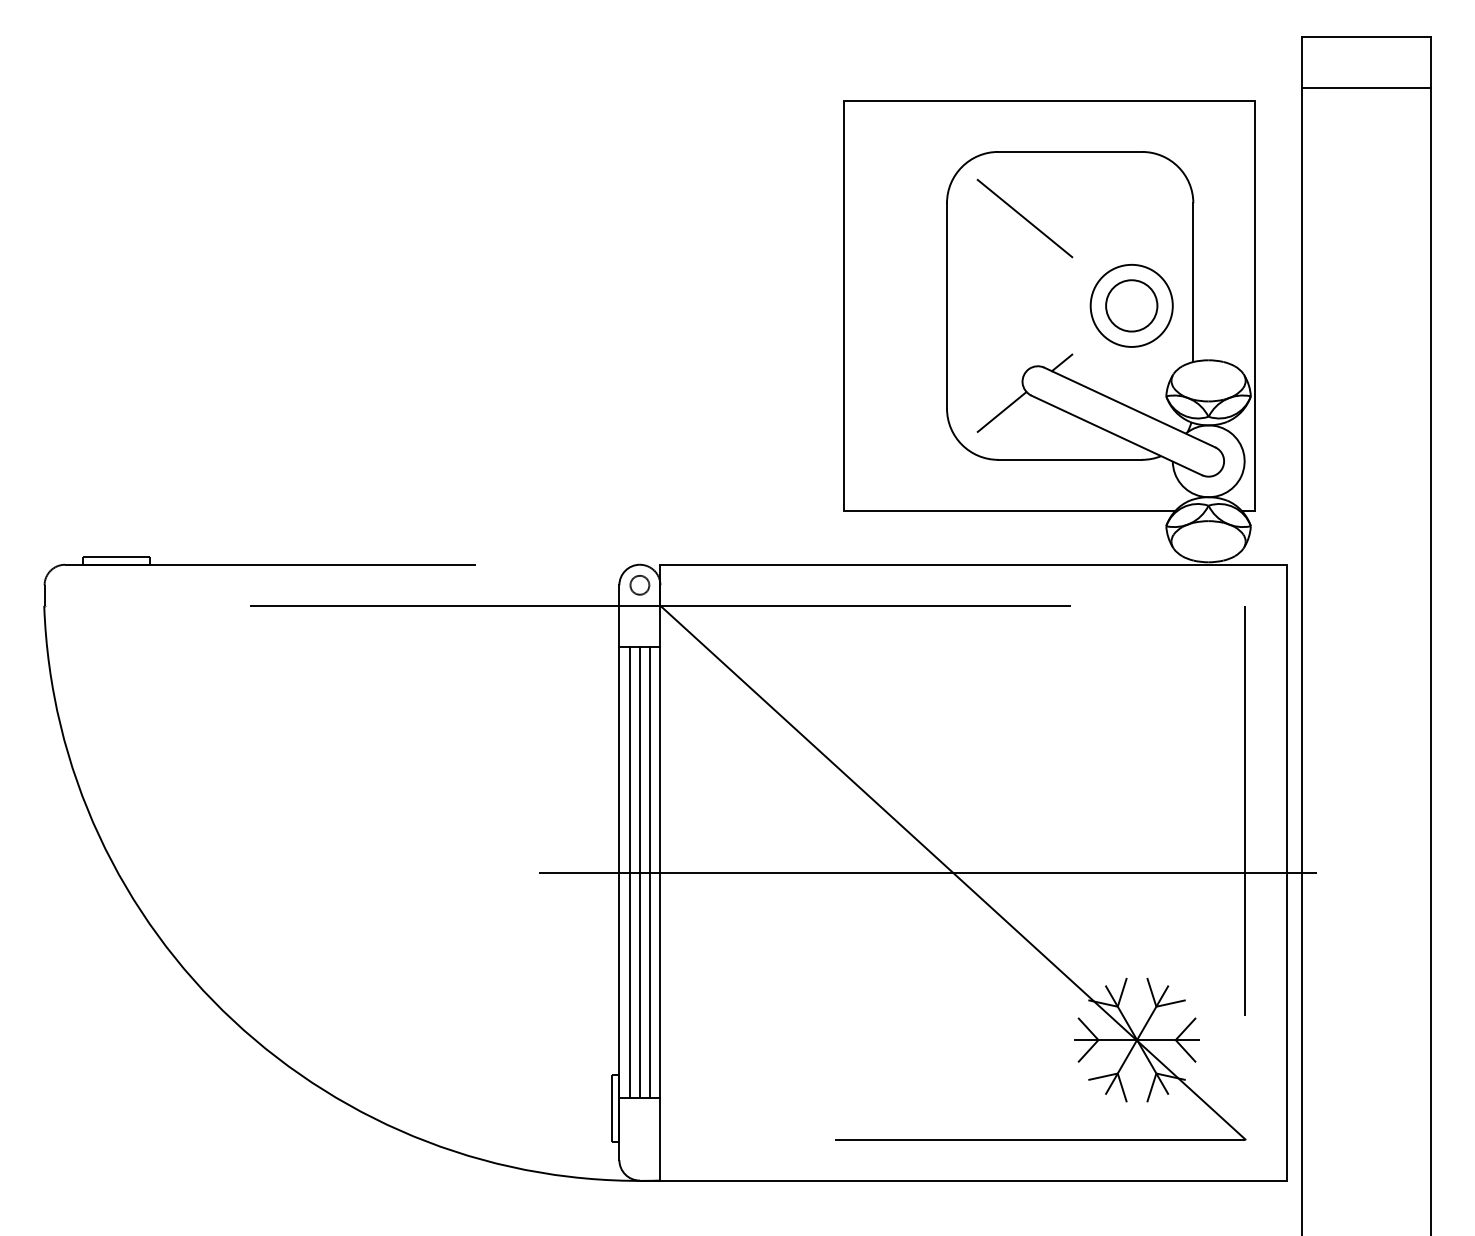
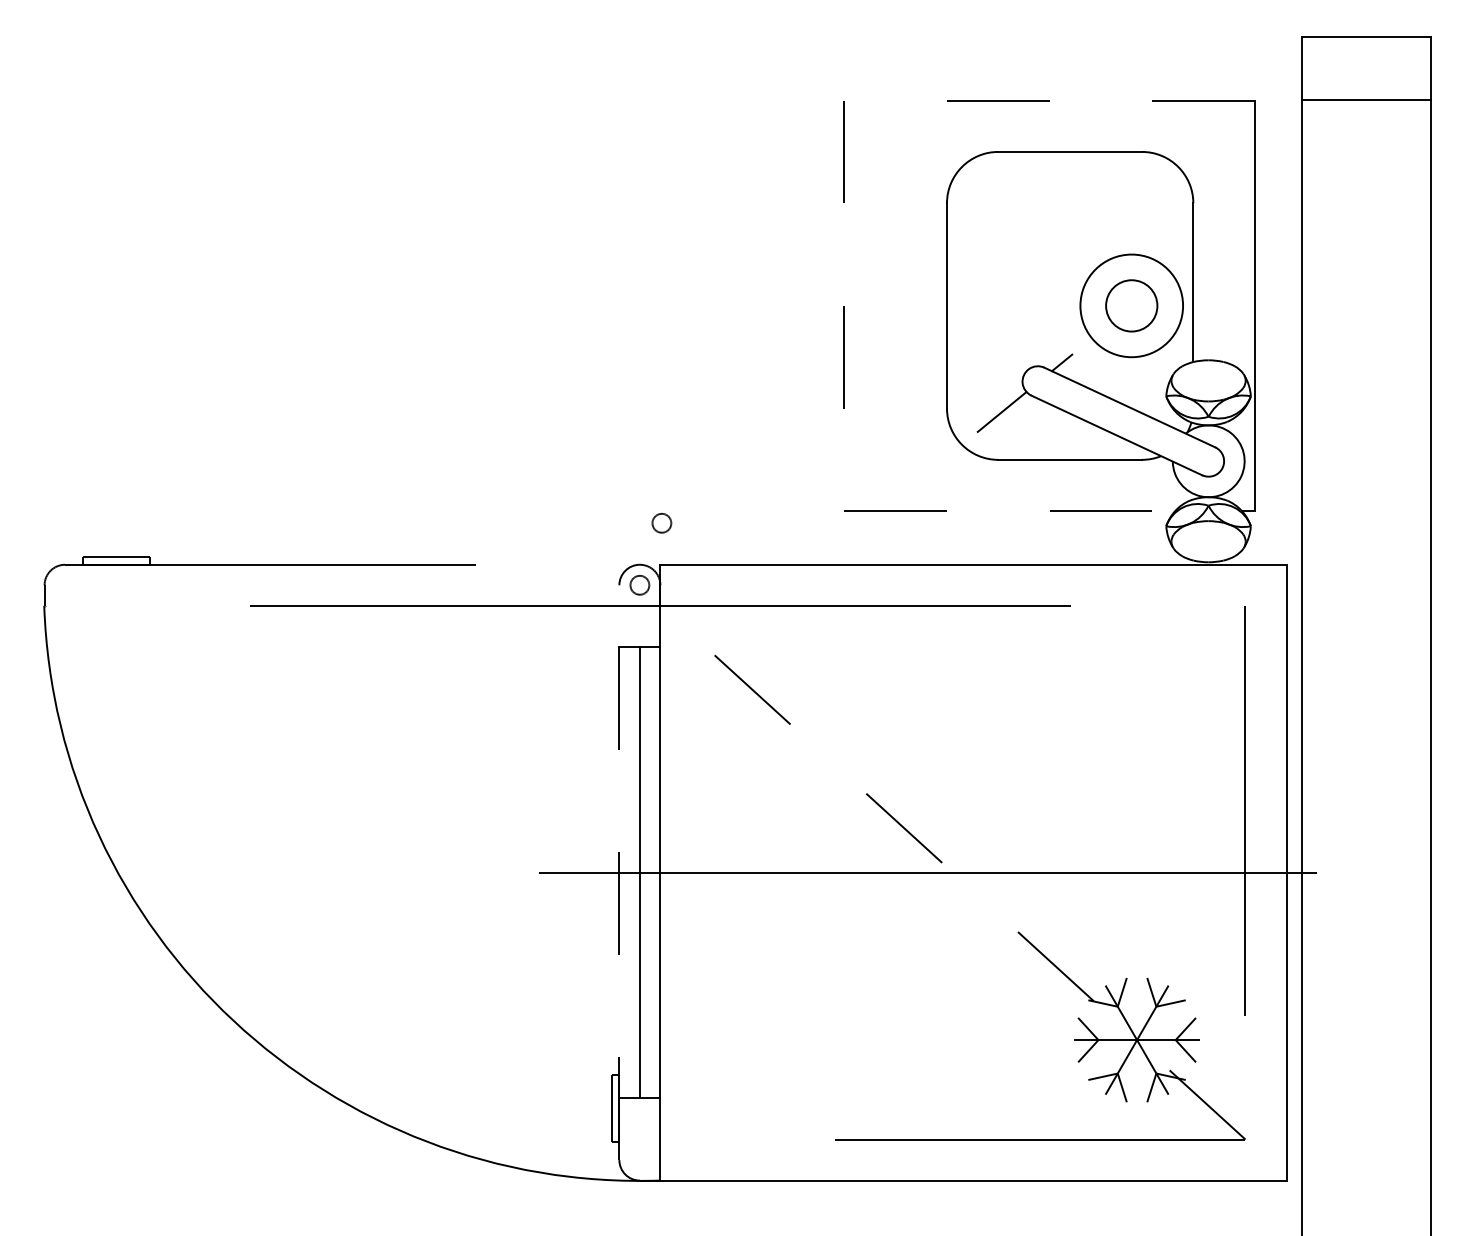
line at (1366, 88) position: (1366, 88) -> (1366, 100)
line at (1024, 218): present -> none
line at (844, 266): solid -> dashed
circle at (1131, 305) diameter: 82 px -> 103 px
circle at (661, 523): none -> present
line at (619, 872): solid -> dashed
line at (629, 872): present -> none
line at (650, 872): present -> none
line at (952, 872): solid -> dashed
